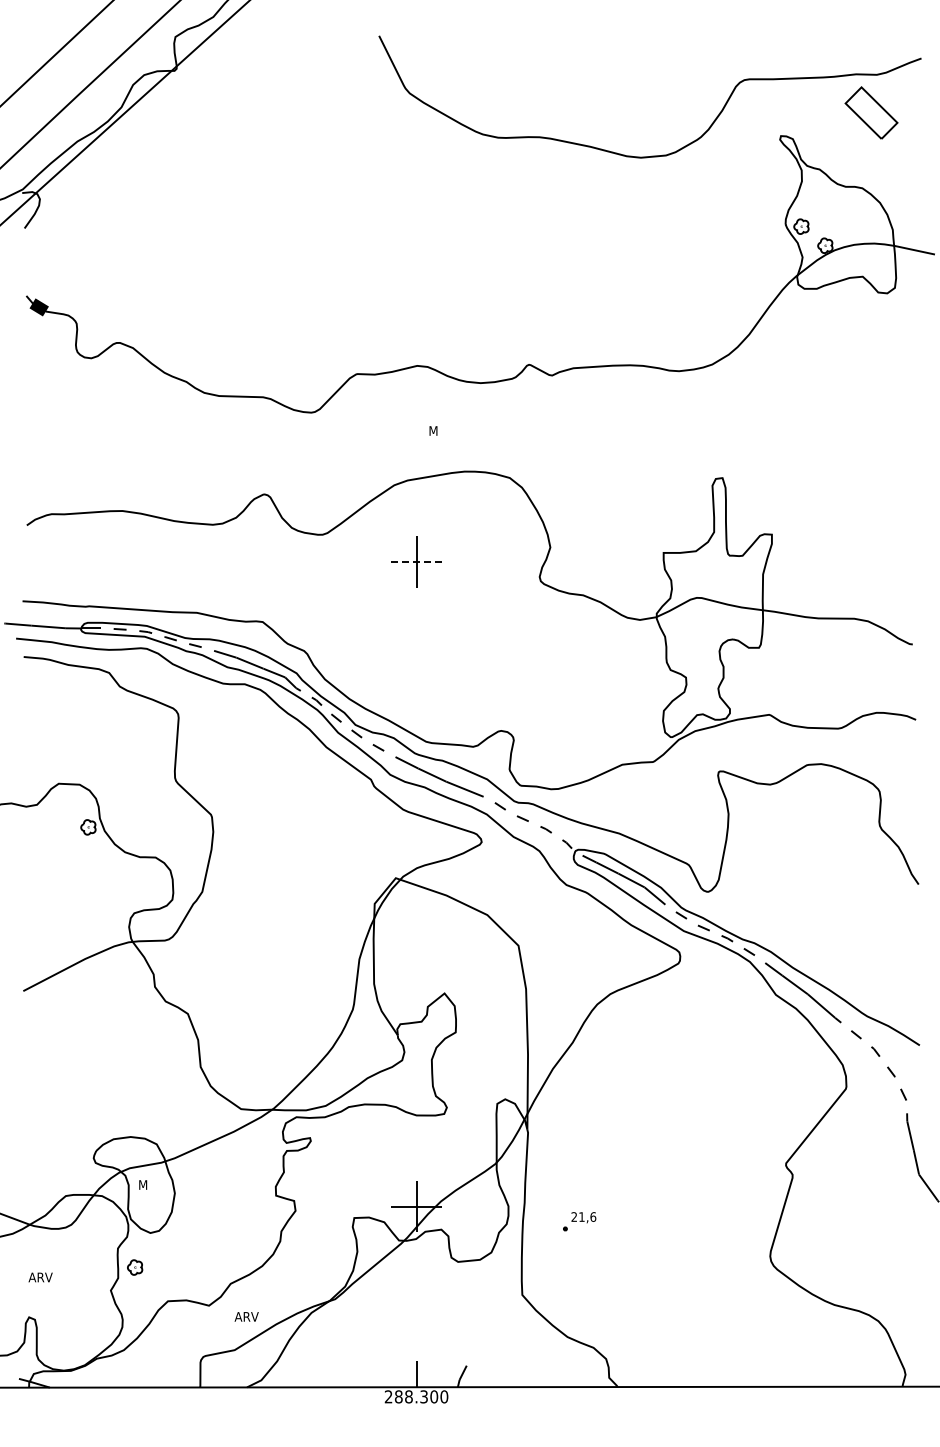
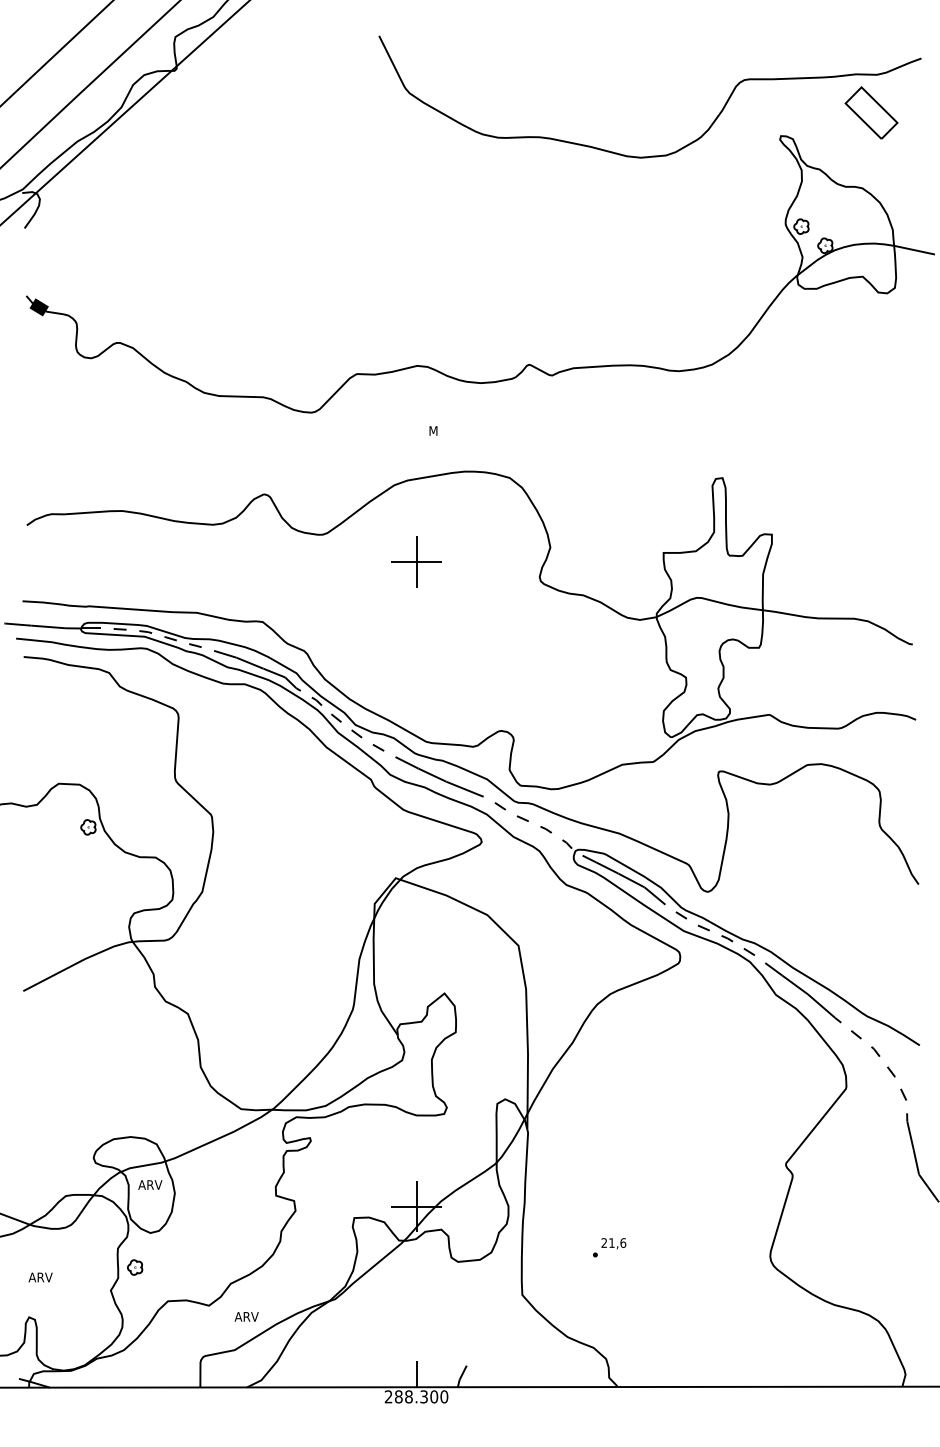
line at (416, 561): dashed -> solid
text at (150, 1184): M -> ARV
part at (579, 1221) position: (579, 1221) -> (609, 1247)
